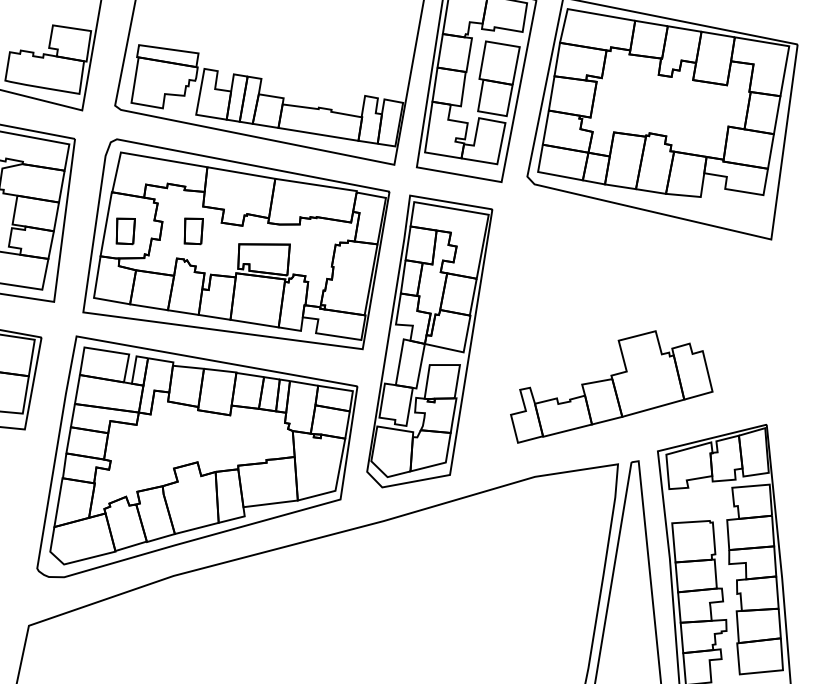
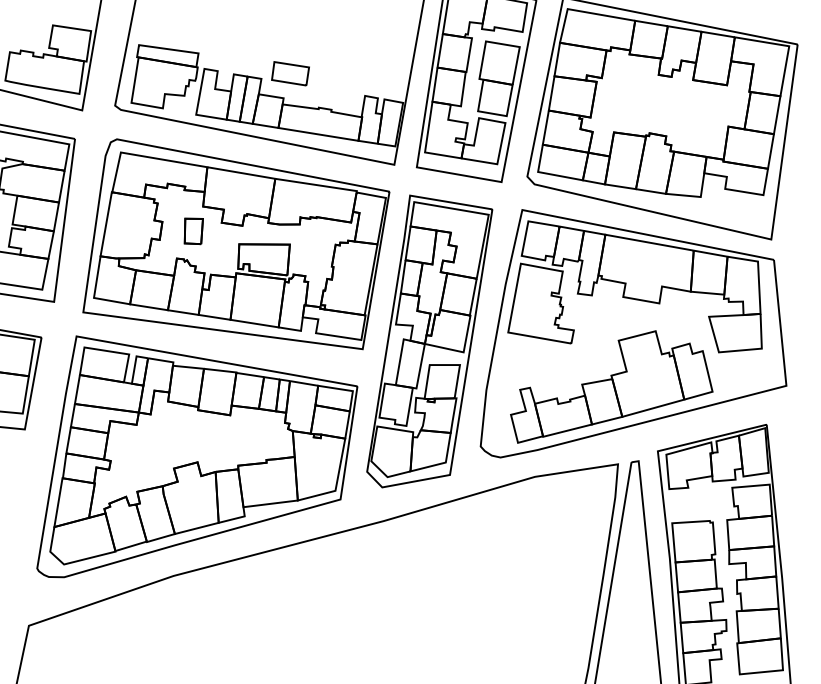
part at (290, 73): none -> present
part at (125, 231): present -> none
part at (633, 333): none -> present
